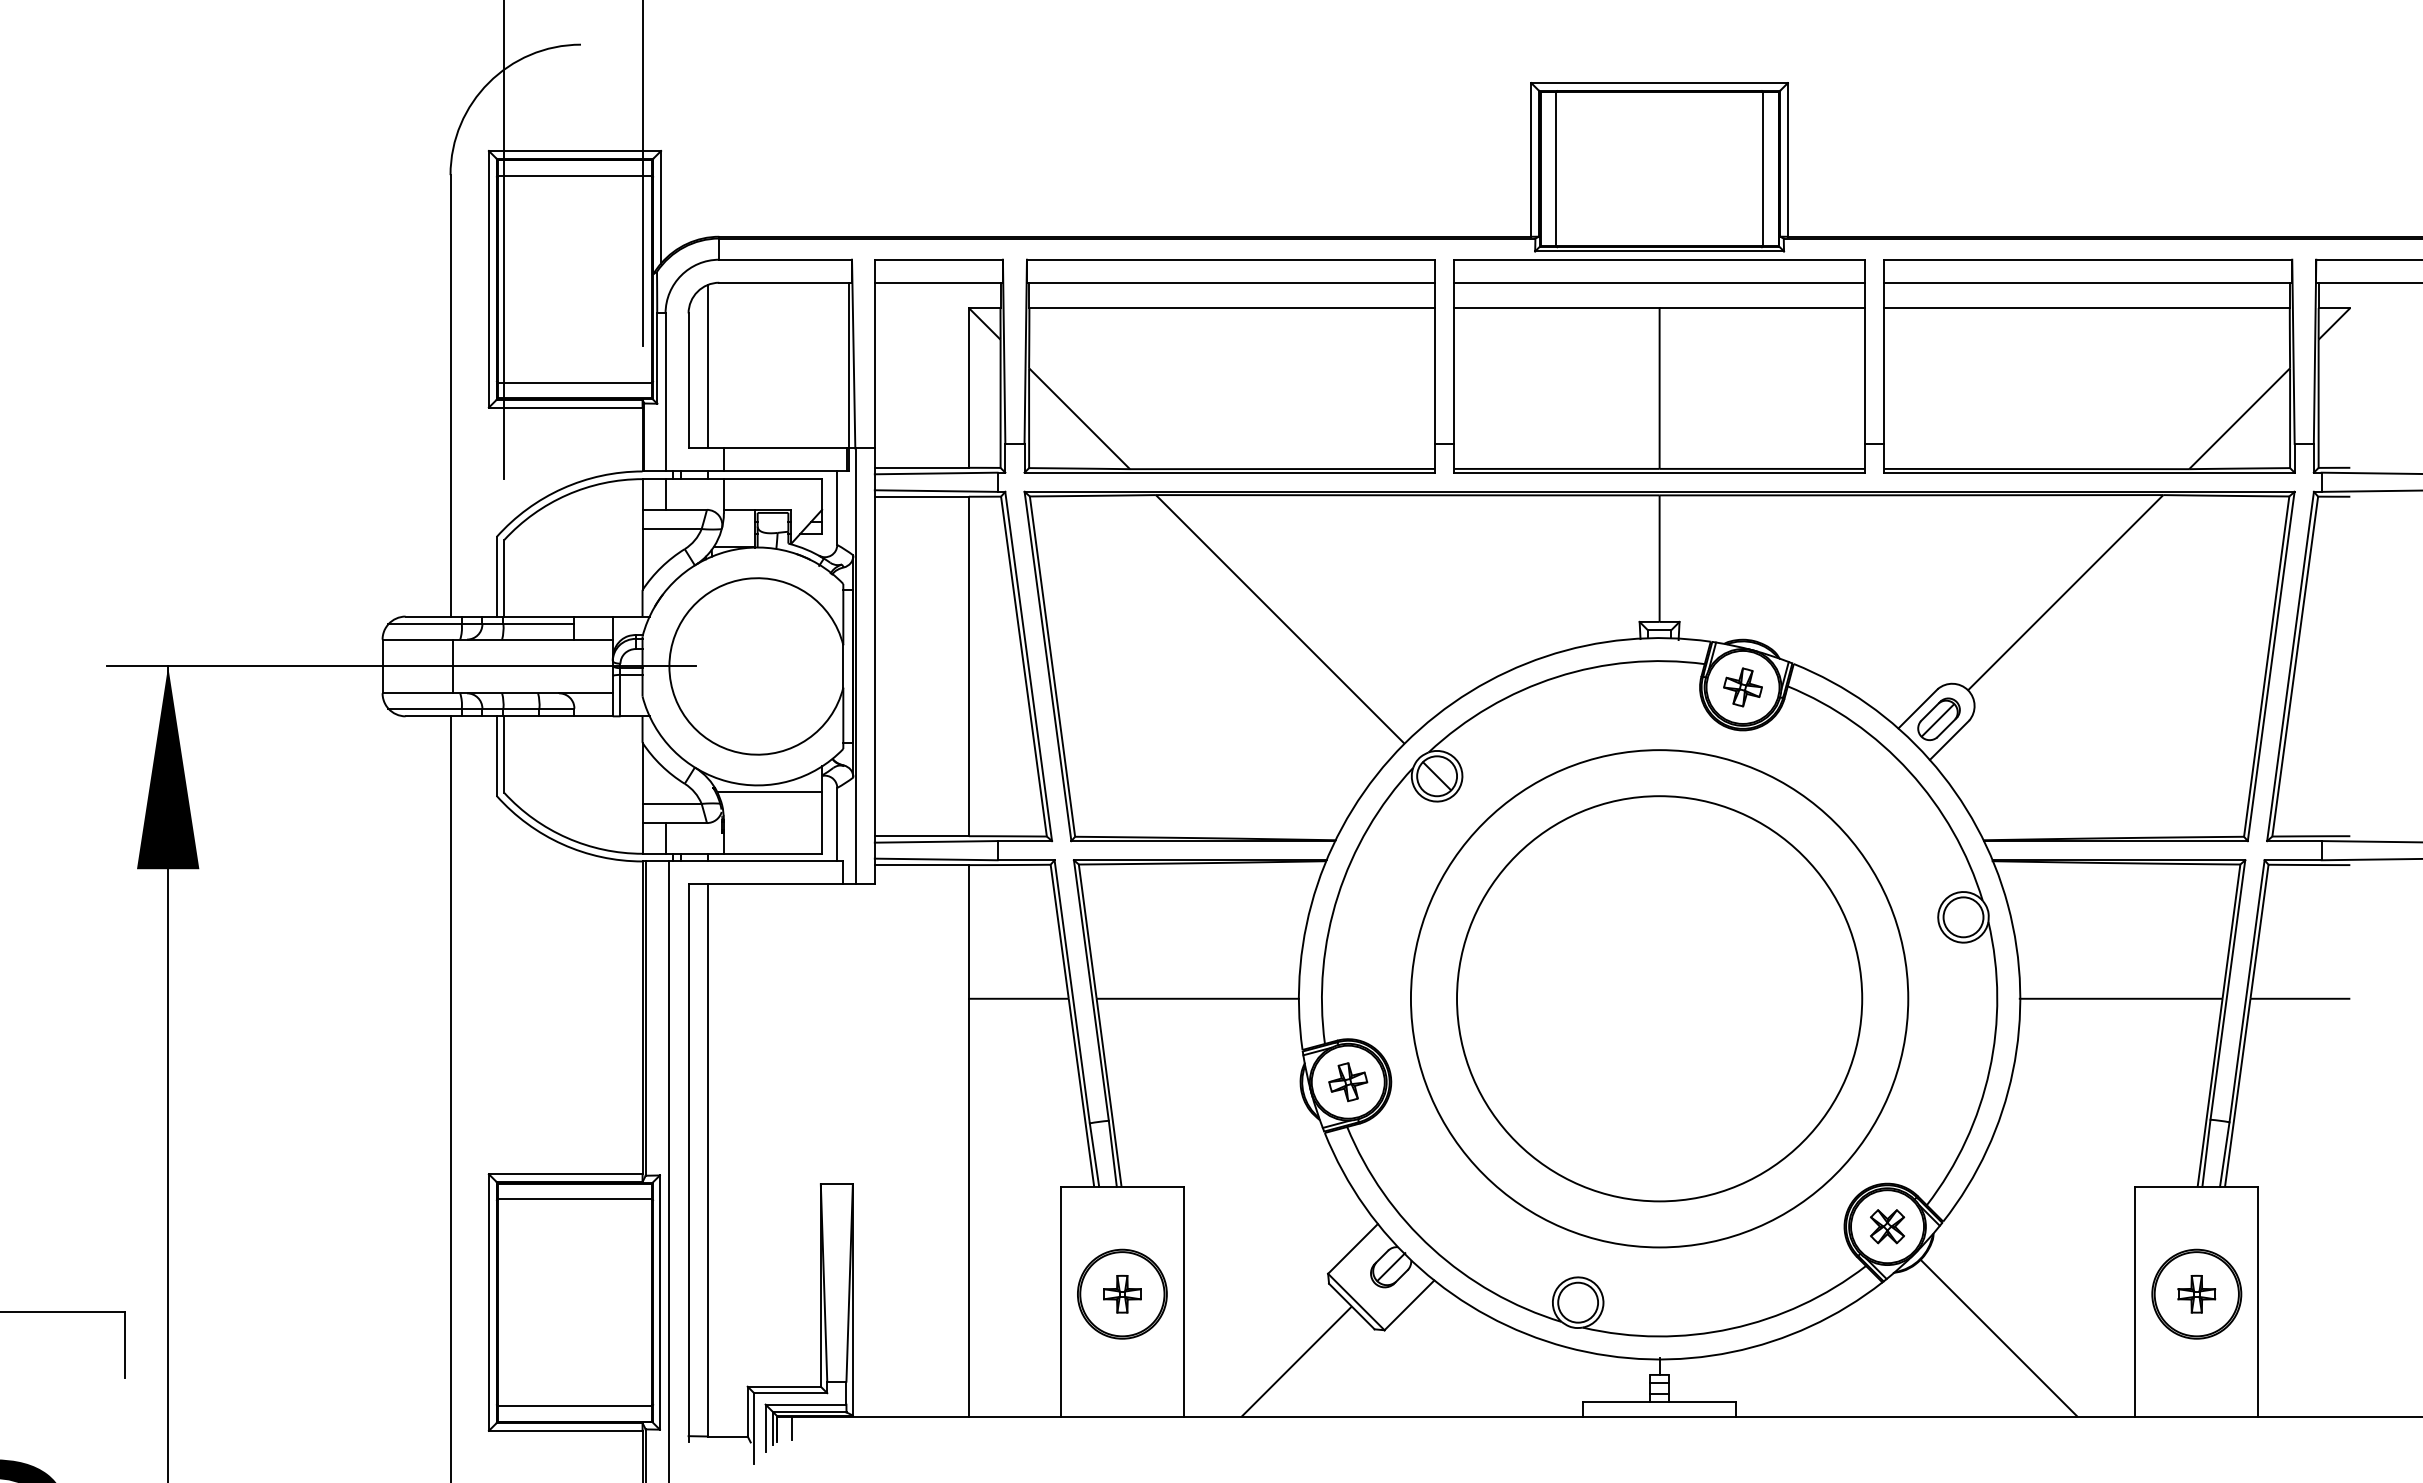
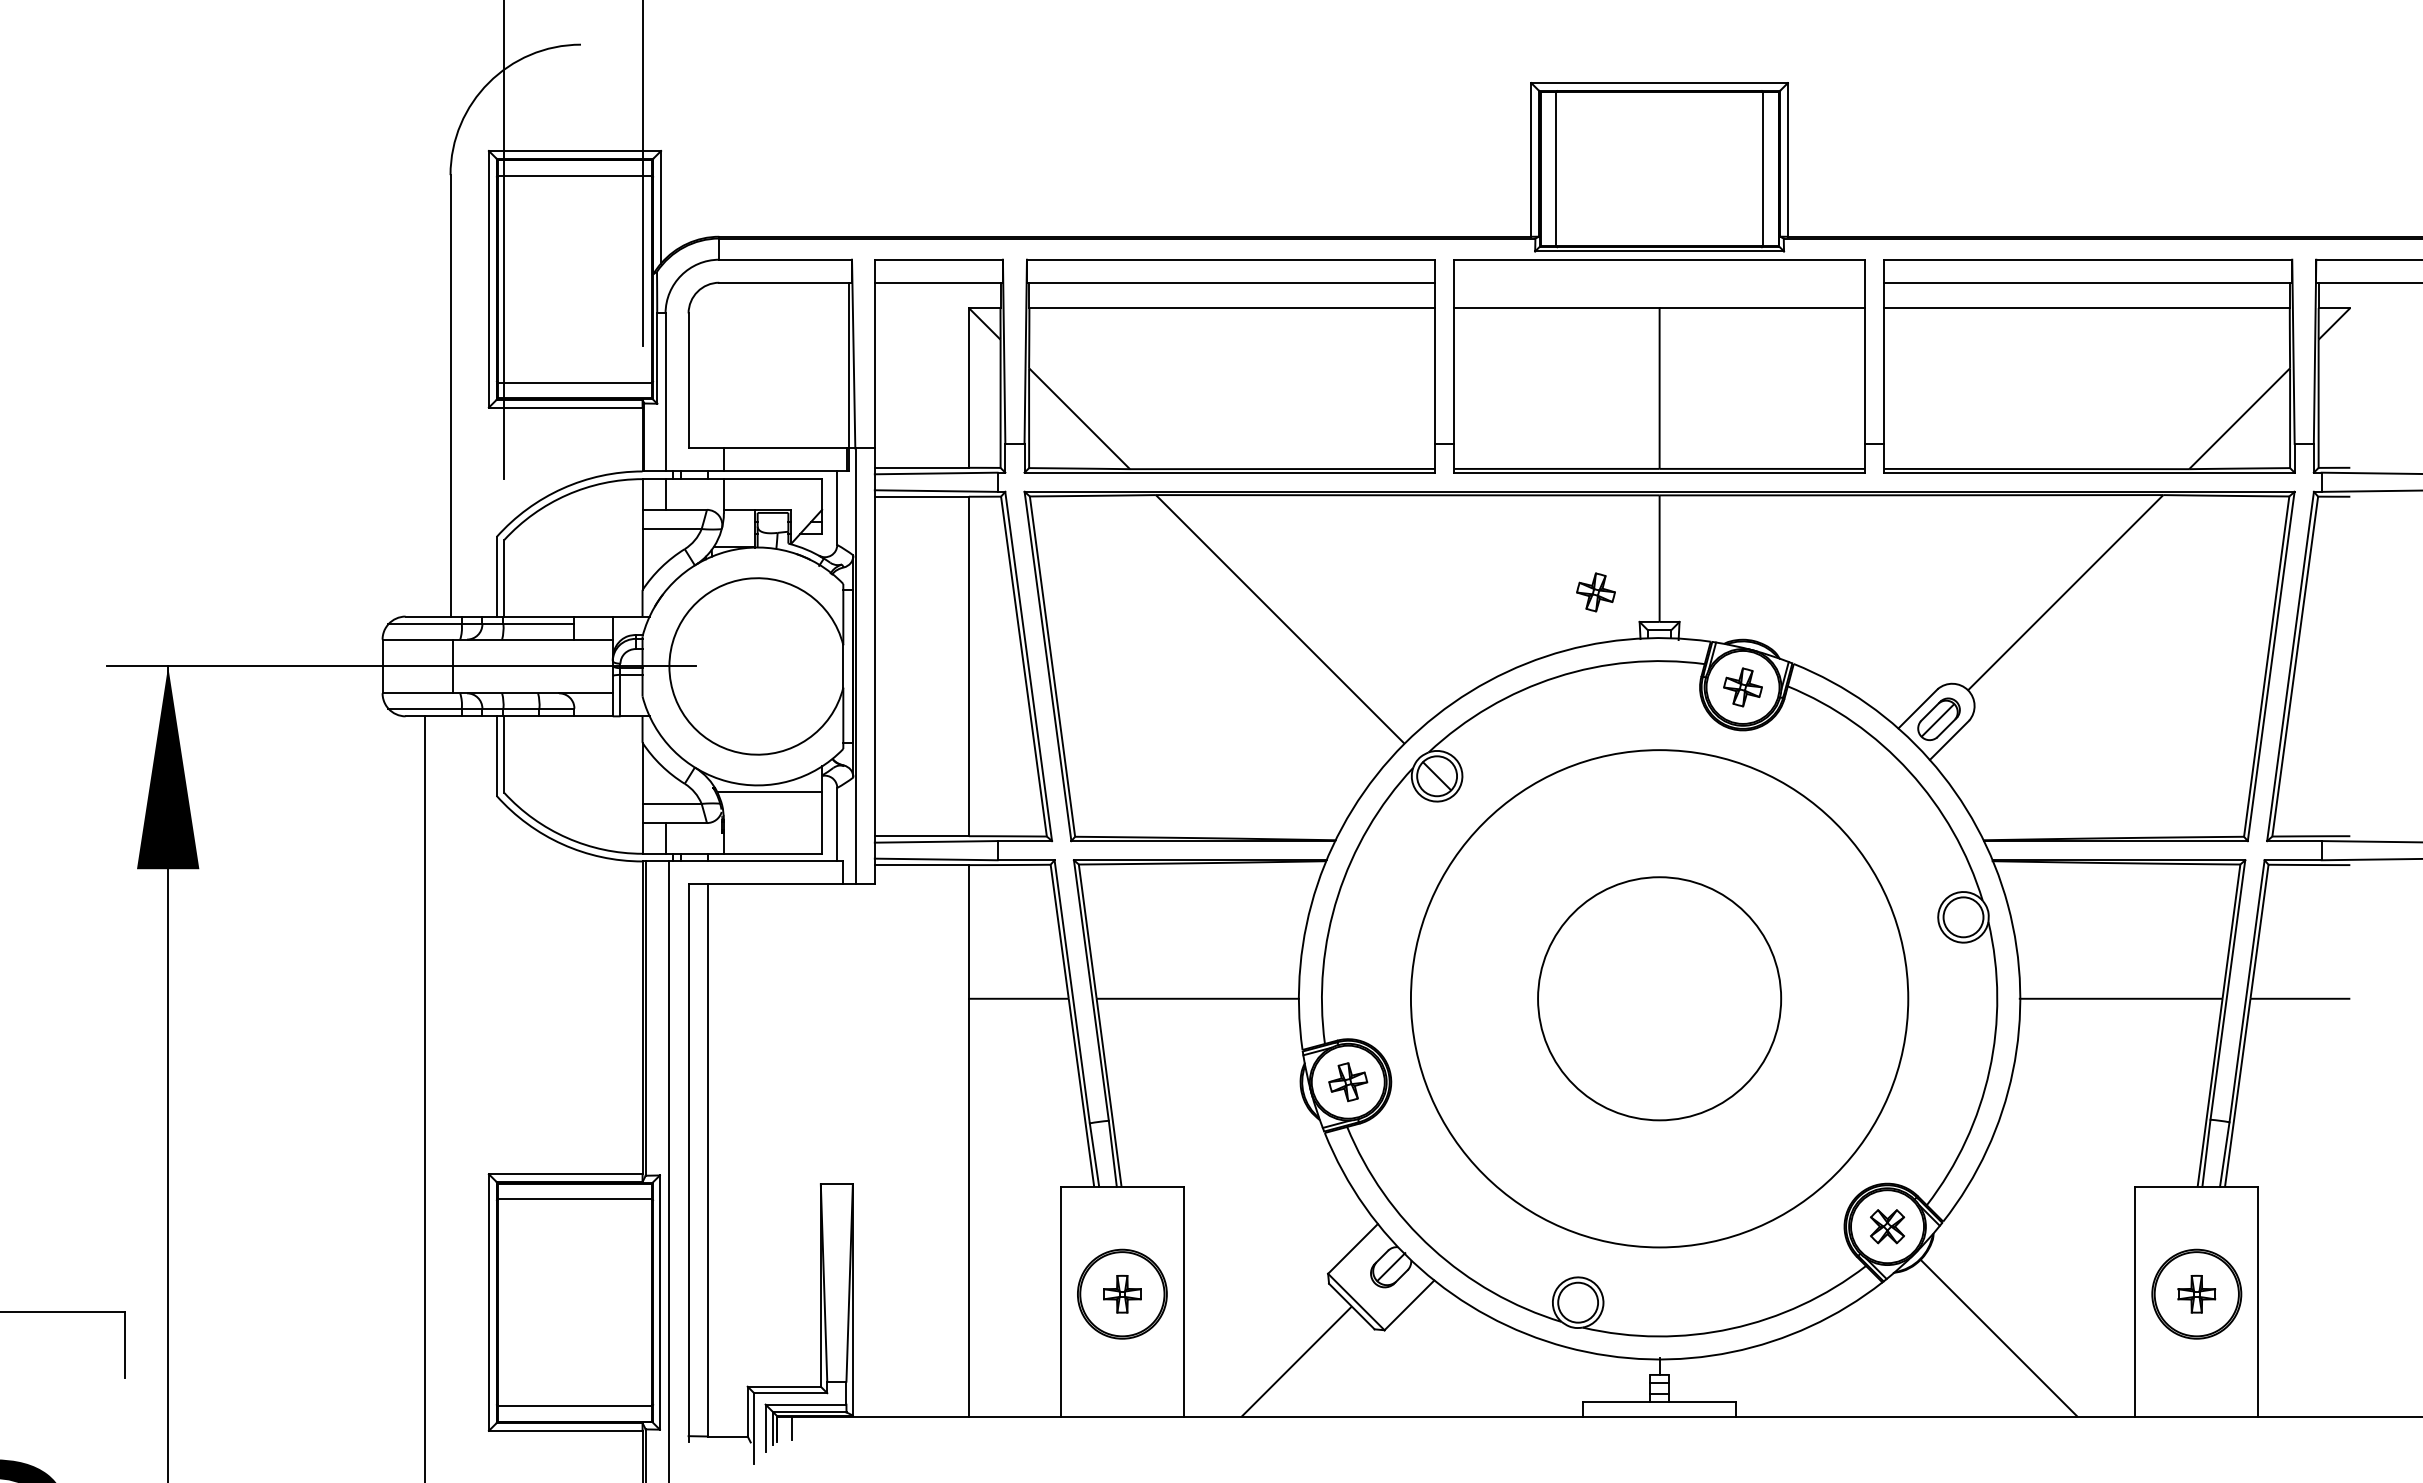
line at (1659, 282): present -> none
line at (707, 366): present -> none
part at (1595, 592): none -> present
circle at (1659, 998) diameter: 405 px -> 243 px
line at (450, 1097) position: (450, 1097) -> (424, 1097)
